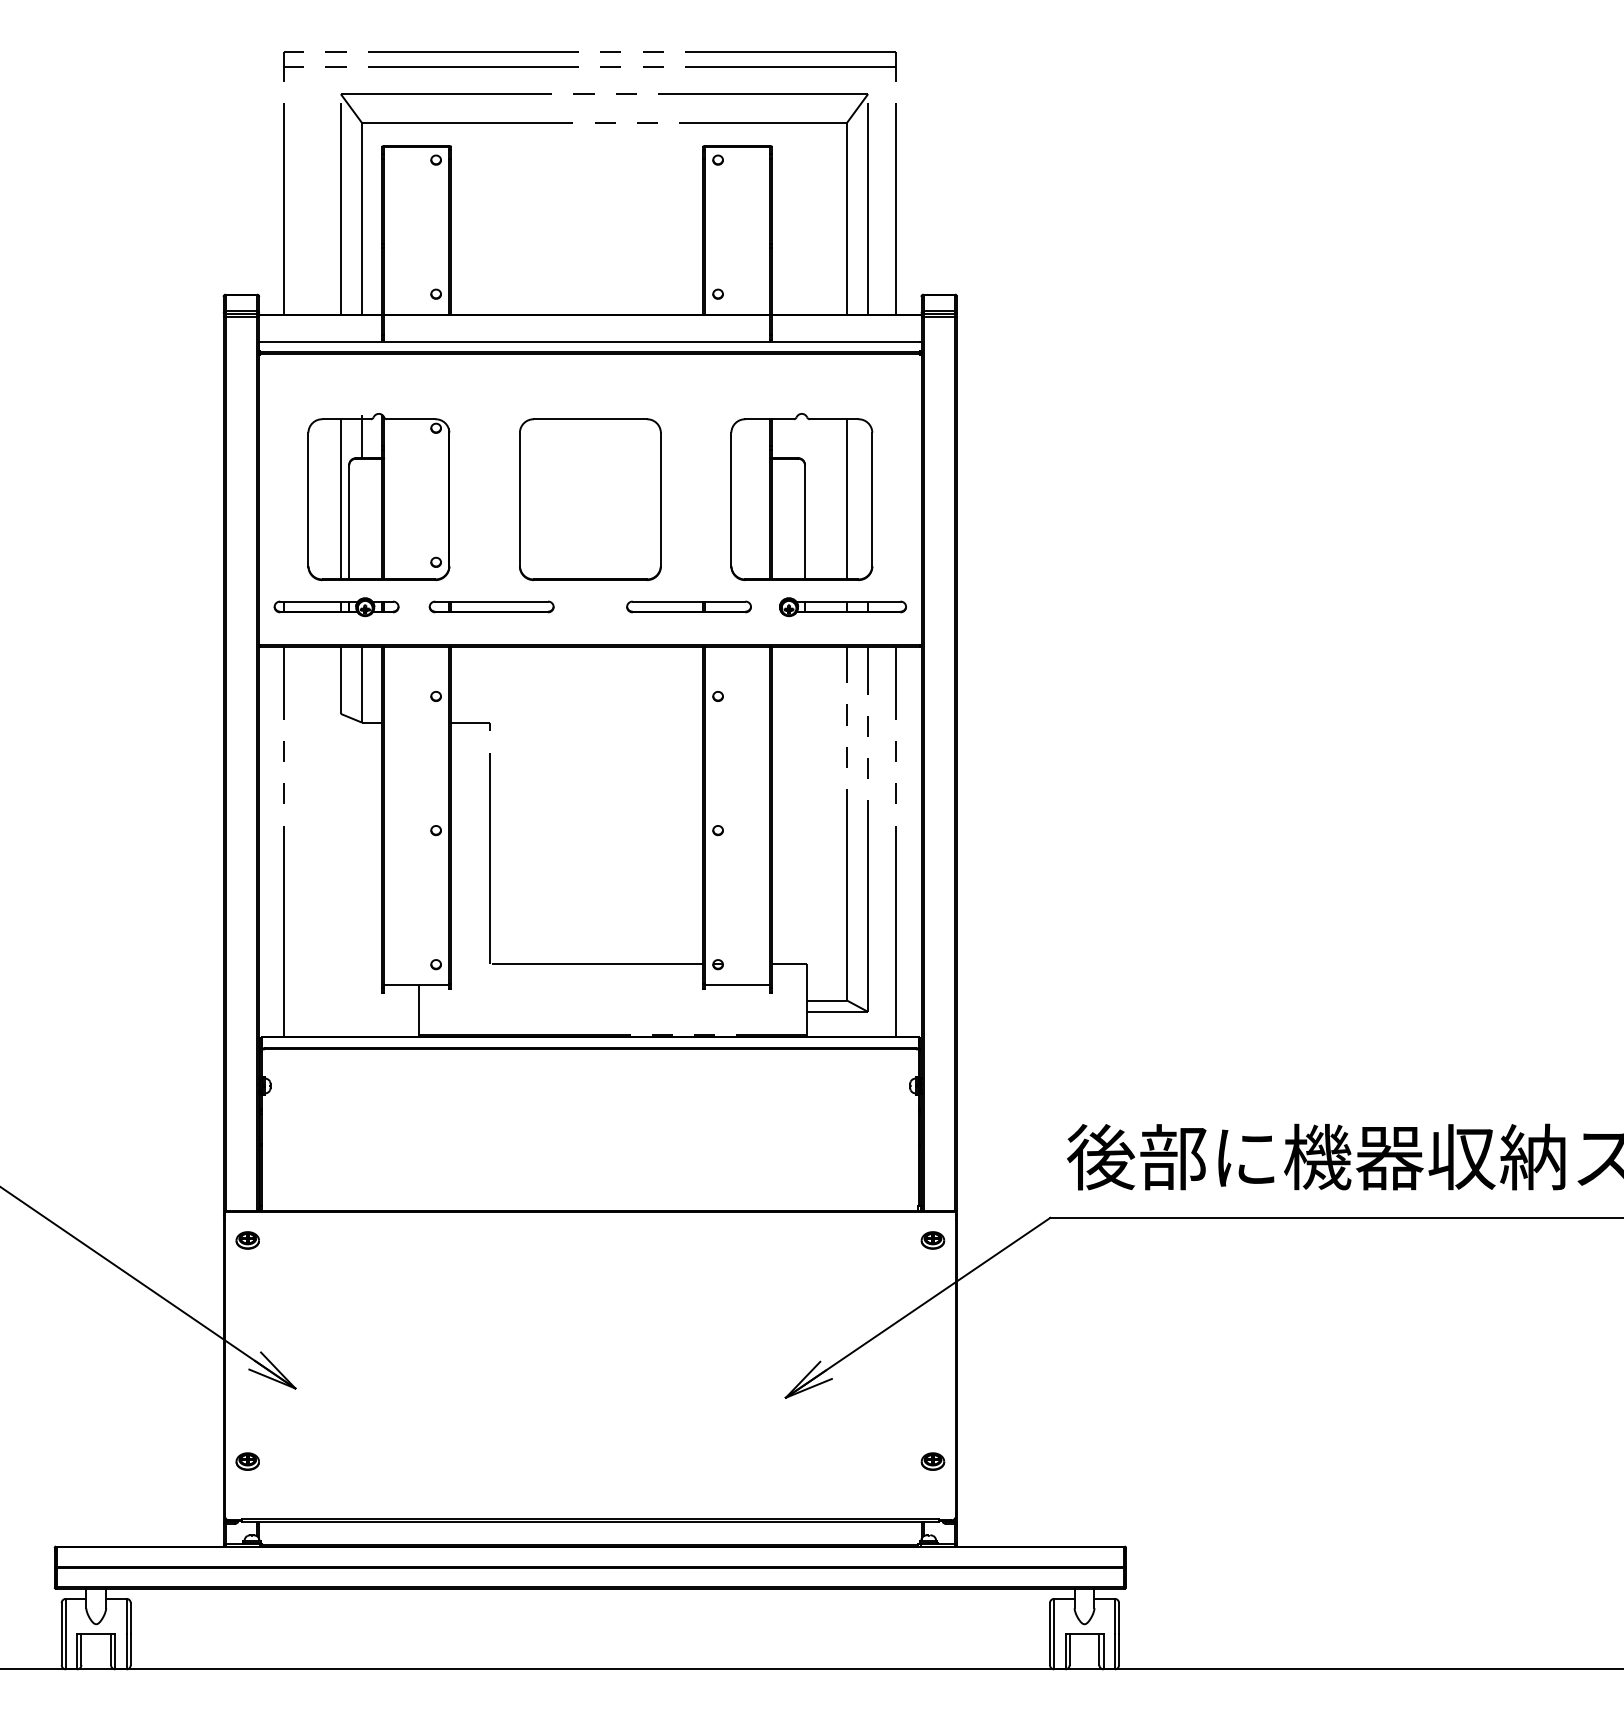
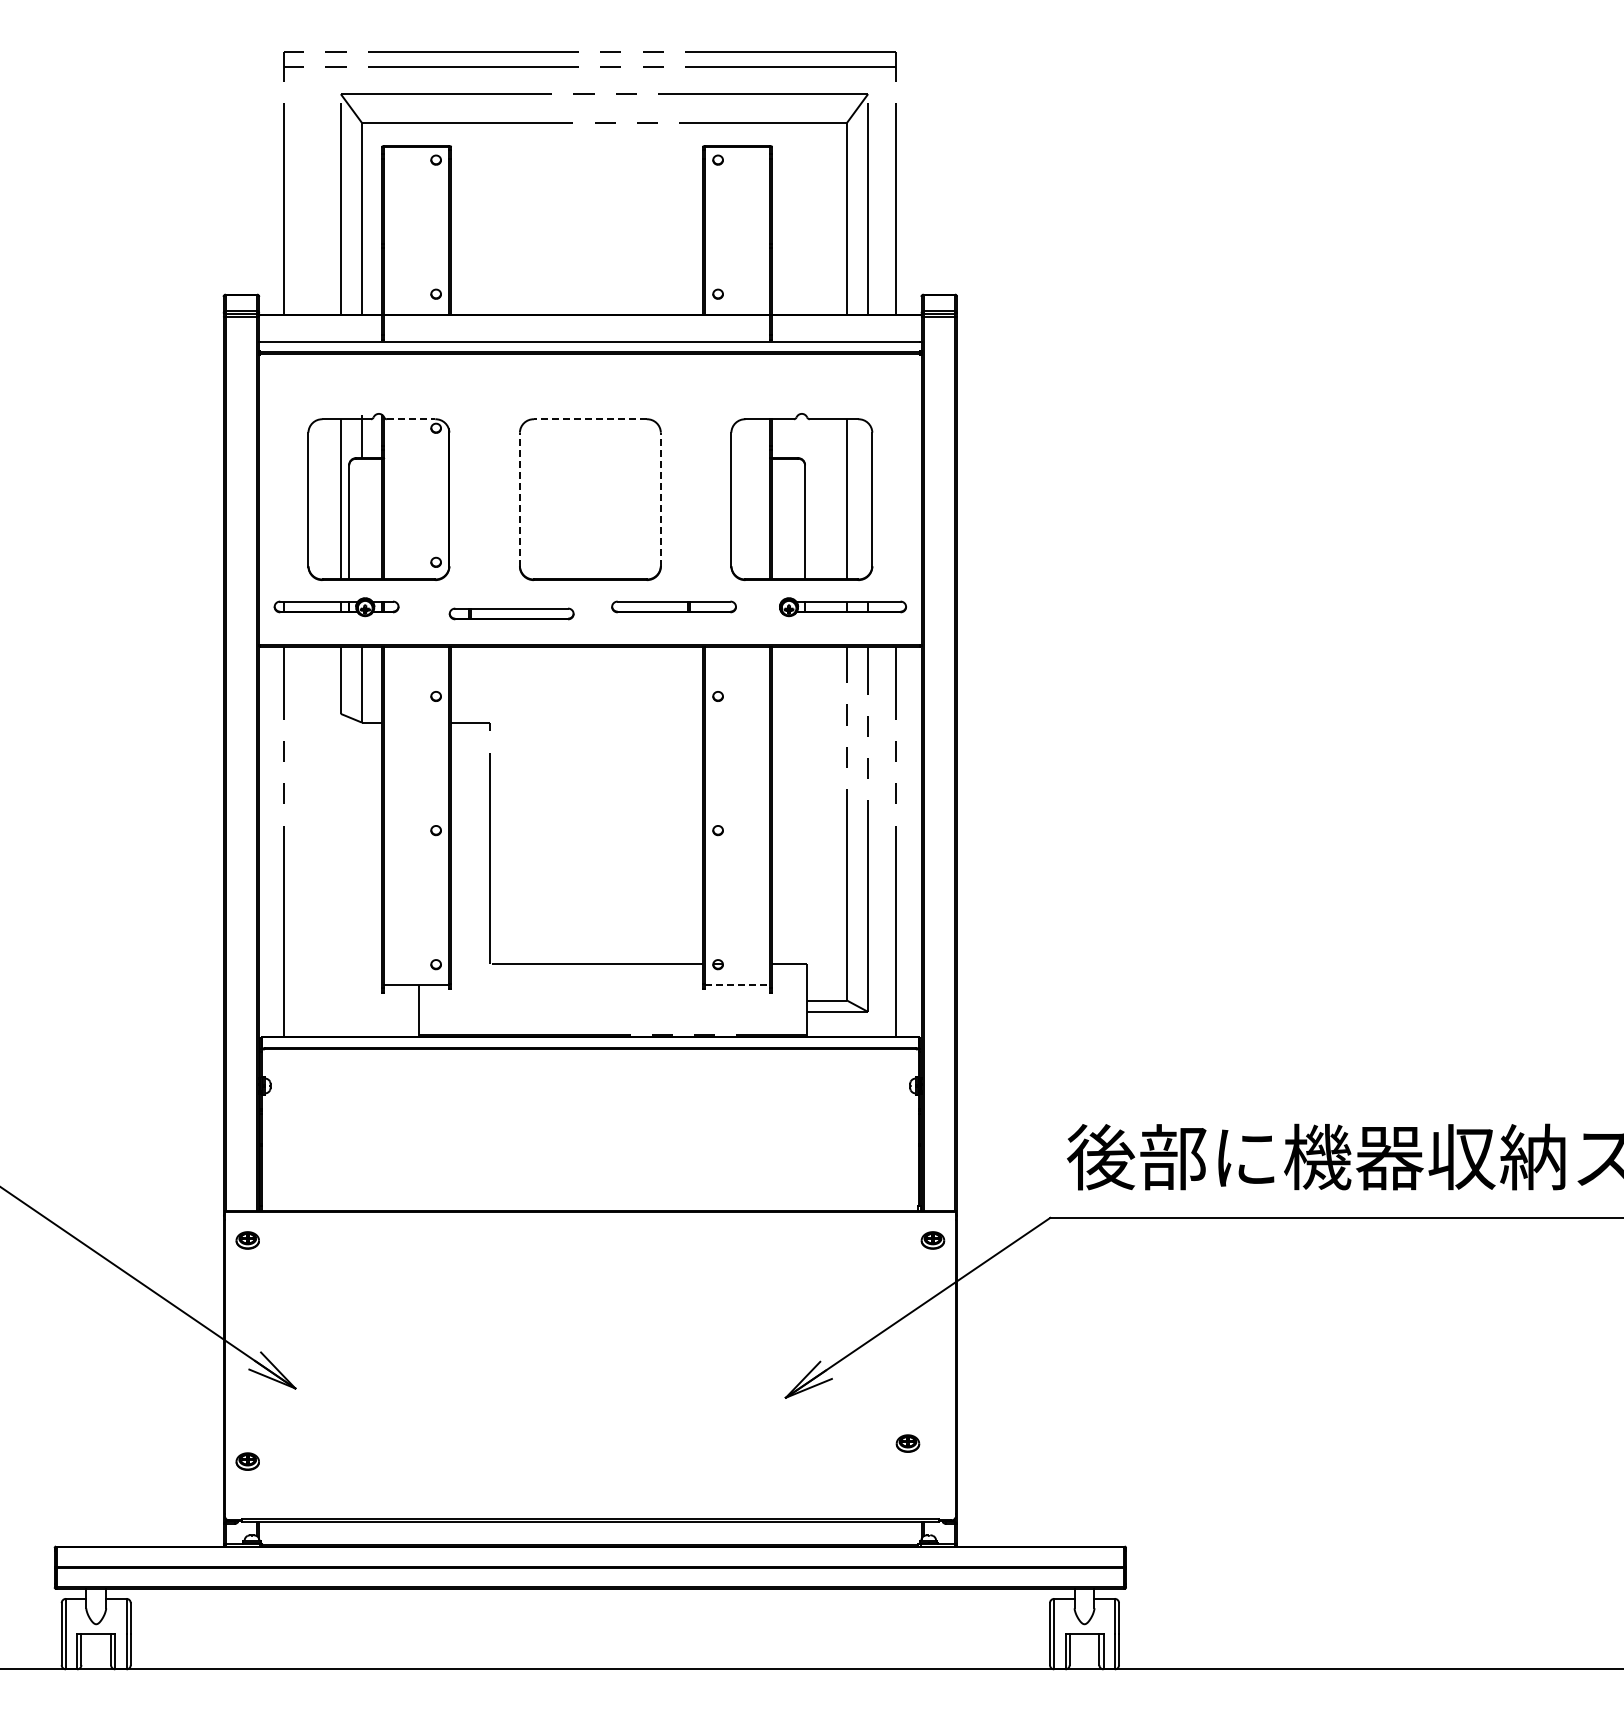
line at (411, 419): solid -> dashed
line at (589, 419): solid -> dashed
line at (519, 499): solid -> dashed
line at (660, 499): solid -> dashed
part at (491, 606) position: (491, 606) -> (511, 613)
part at (688, 606) position: (688, 606) -> (673, 606)
line at (738, 984): solid -> dashed
part at (932, 1461) position: (932, 1461) -> (907, 1443)
